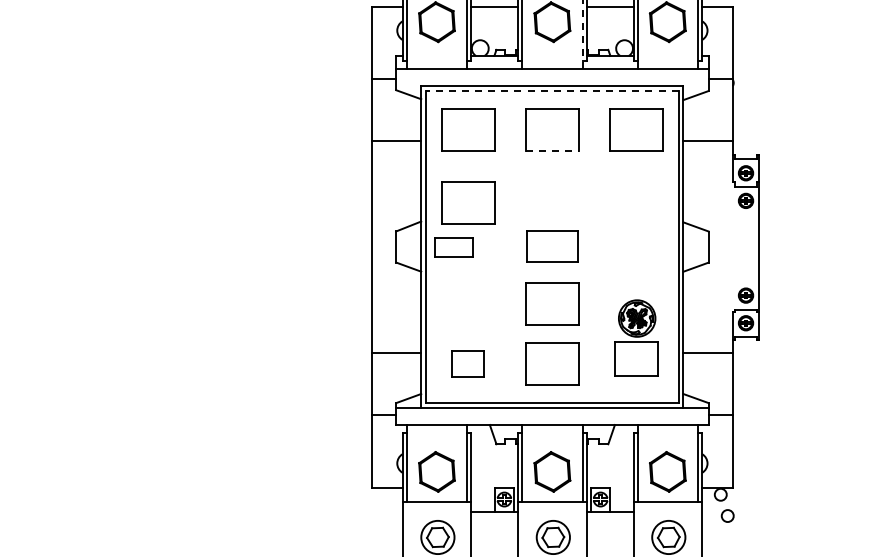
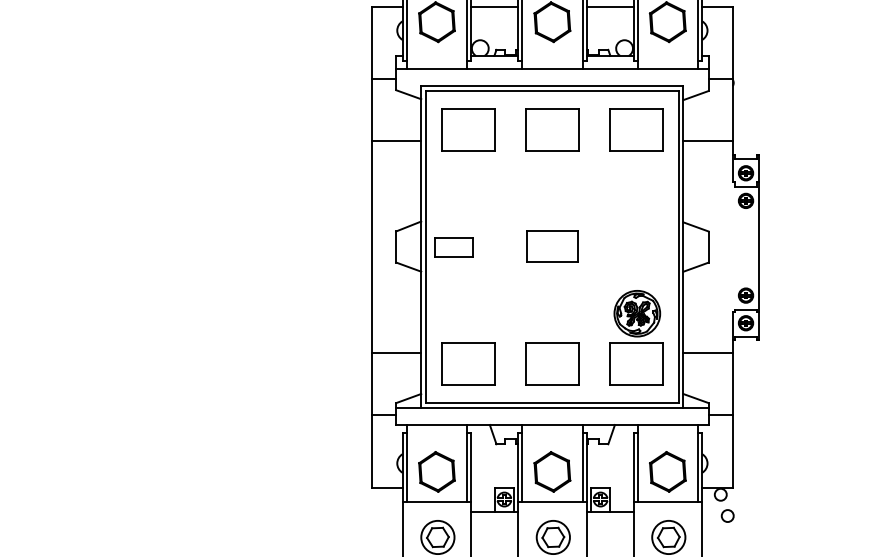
line at (582, 34): dashed -> solid
line at (551, 90): dashed -> solid
line at (552, 151): dashed -> solid
part at (468, 202): present -> none
part at (552, 303): present -> none
part at (636, 337) size: 45x78 px -> 55x96 px
part at (467, 363) size: 34x28 px -> 55x44 px
